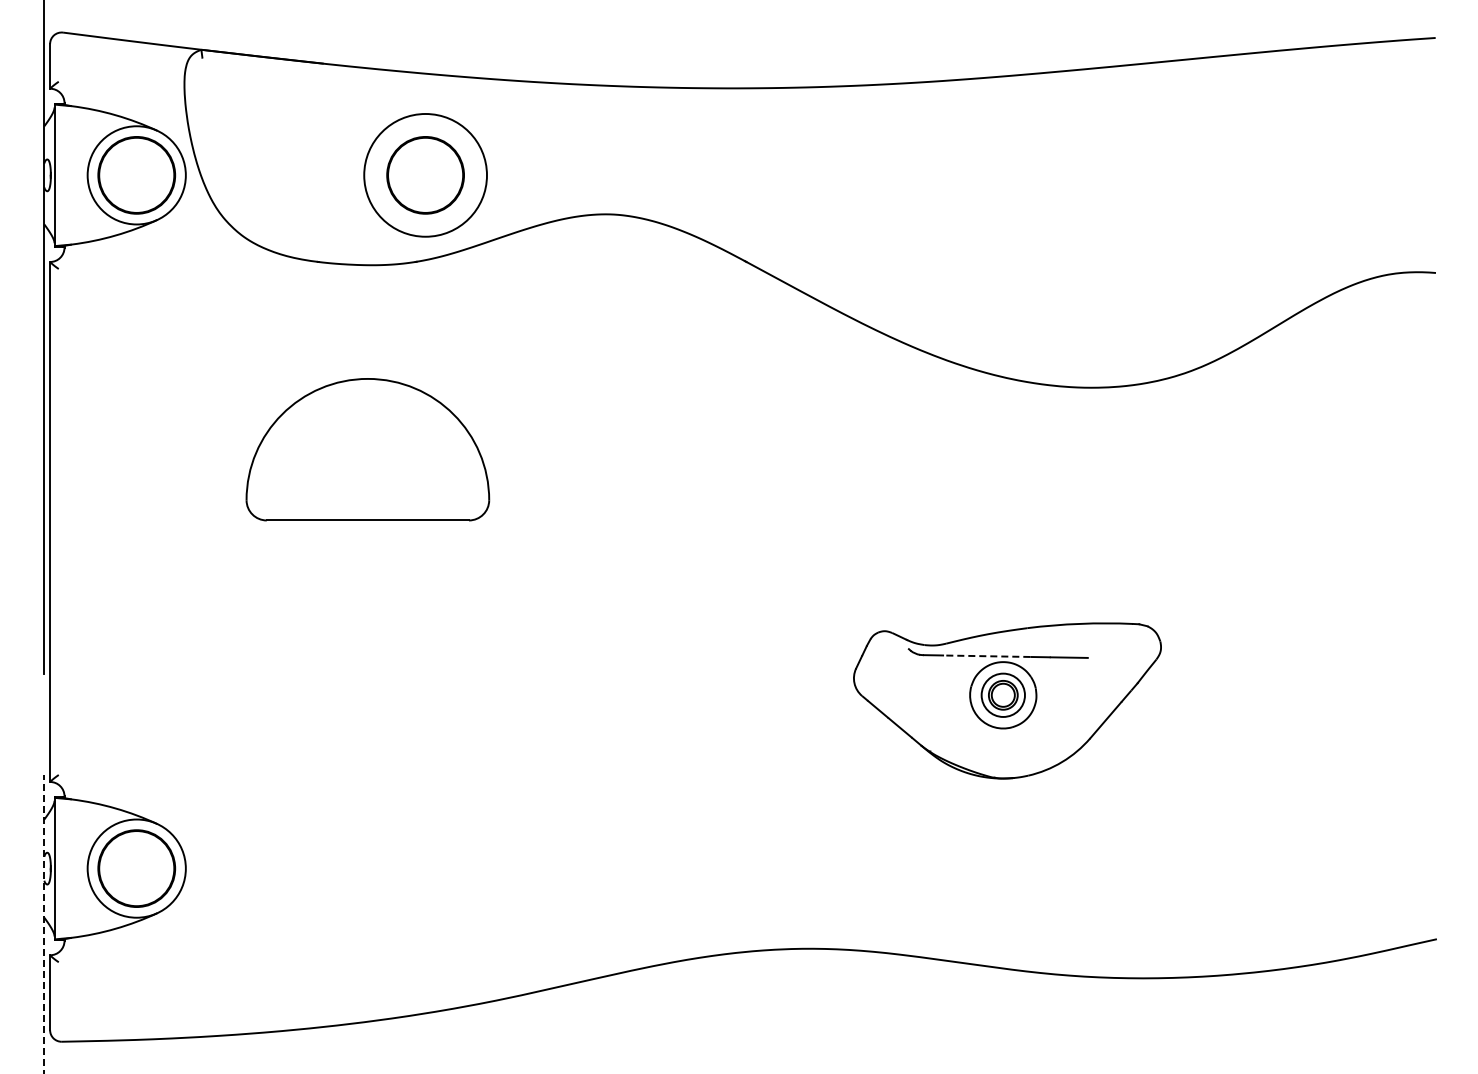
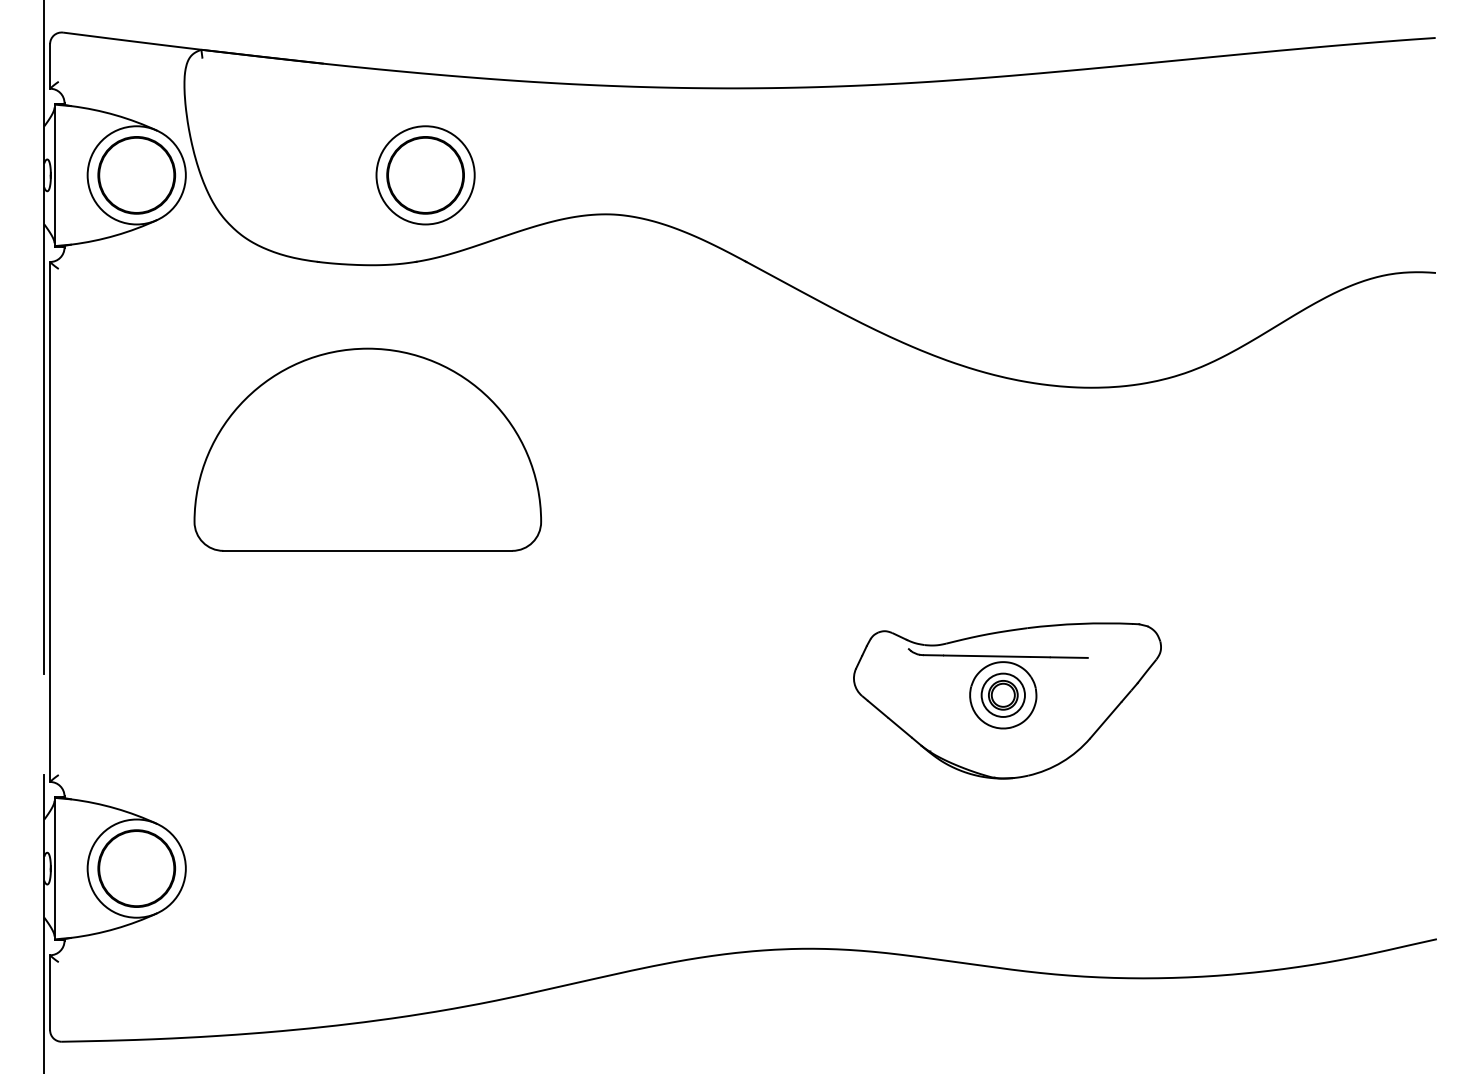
circle at (425, 175) diameter: 123 px -> 98 px
part at (367, 449) size: 246x144 px -> 350x205 px
line at (986, 656): dashed -> solid
line at (44, 924): dashed -> solid
